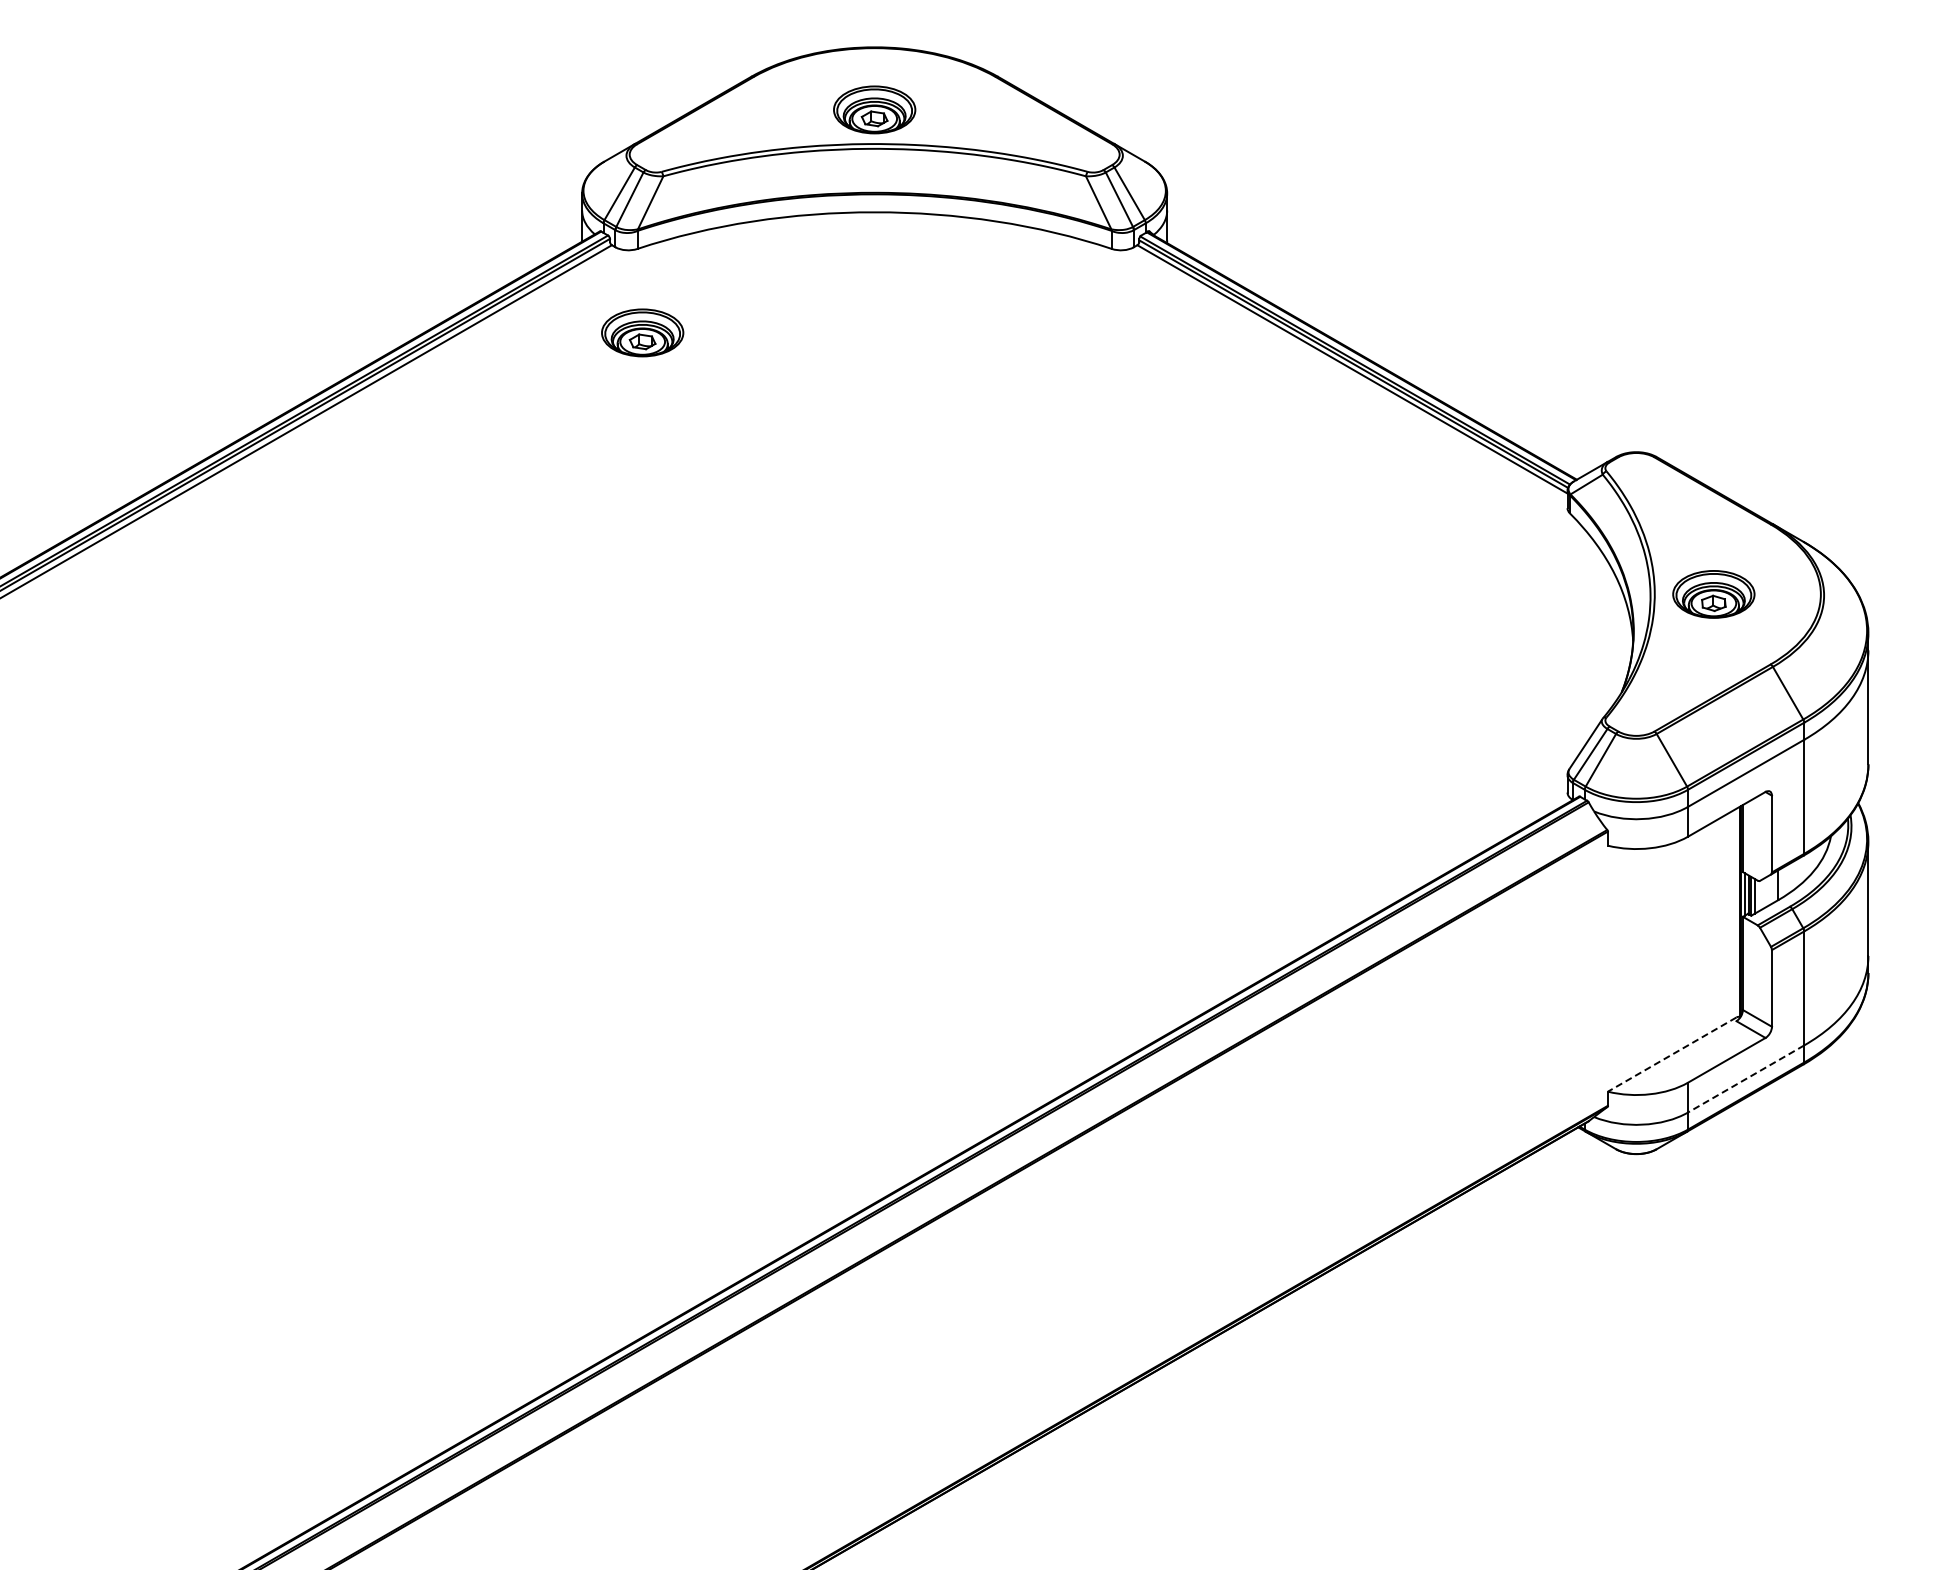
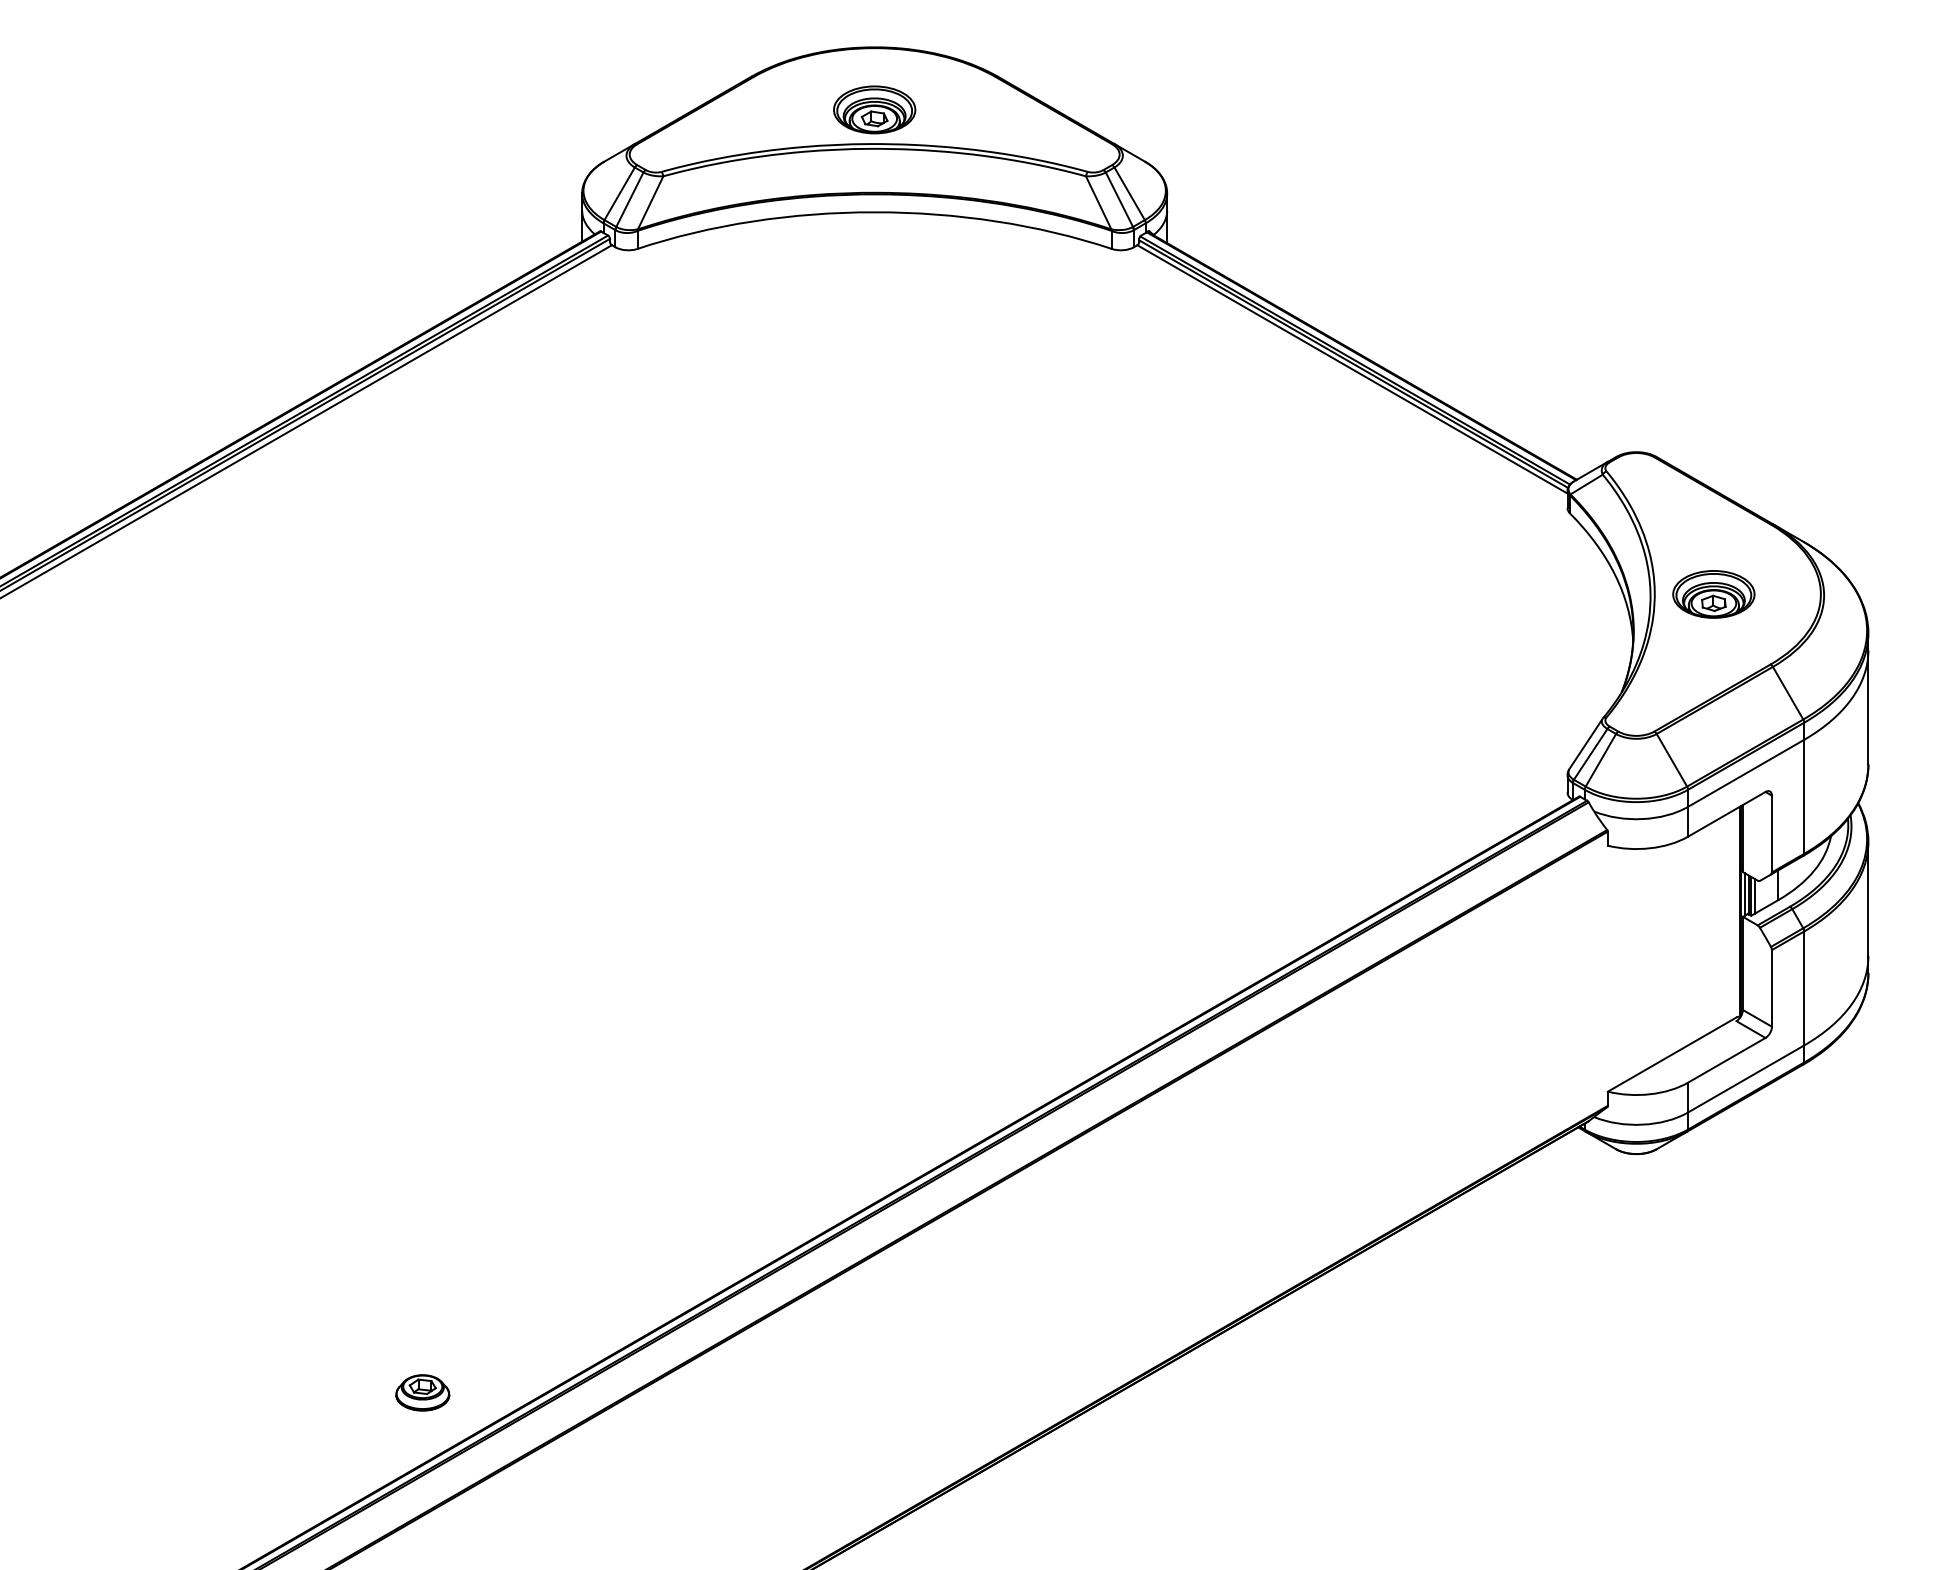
part at (642, 332): present -> none
line at (1671, 1054): dashed -> solid
line at (1745, 1079): dashed -> solid
part at (422, 1392): none -> present
